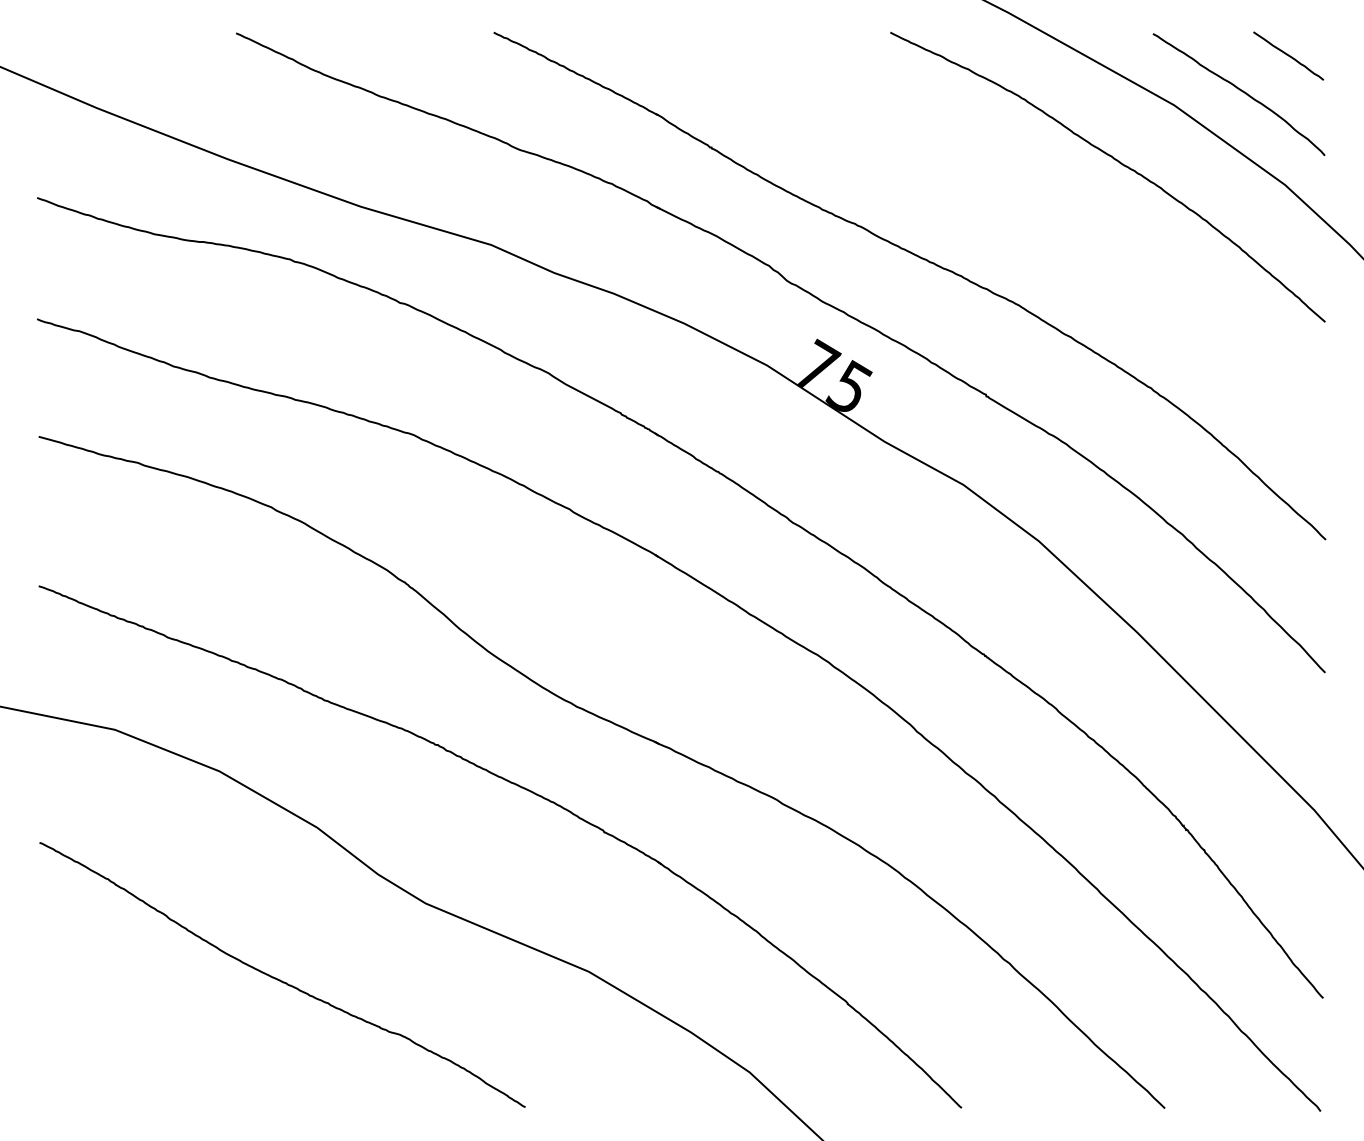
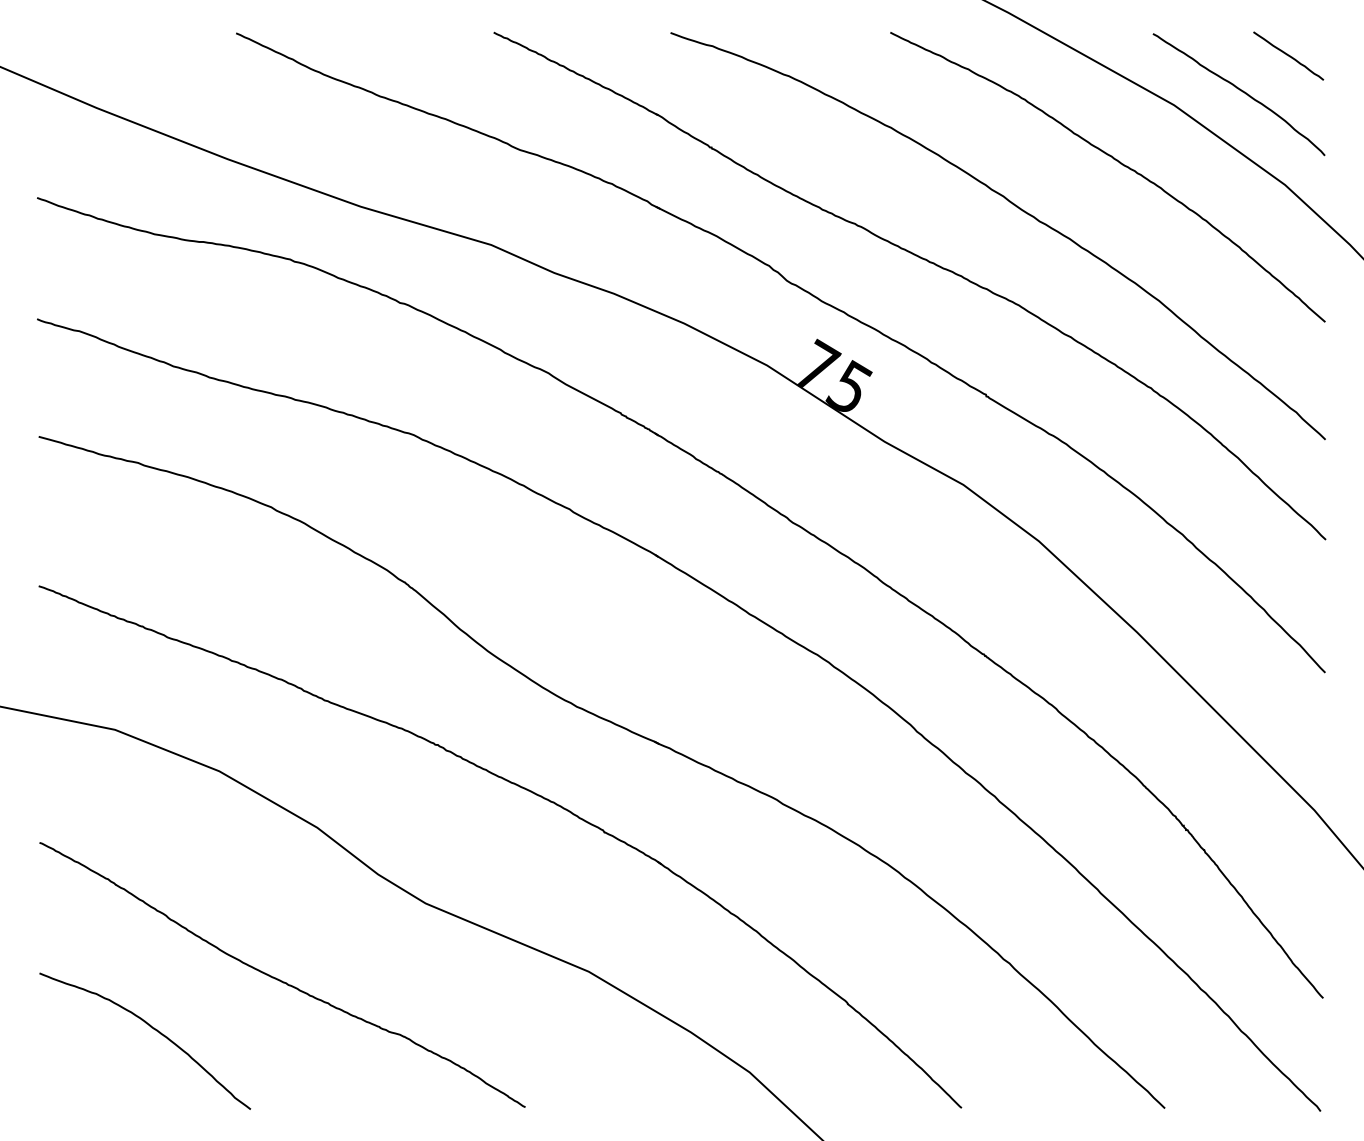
curve at (1016, 207): none -> present
curve at (153, 1029): none -> present
